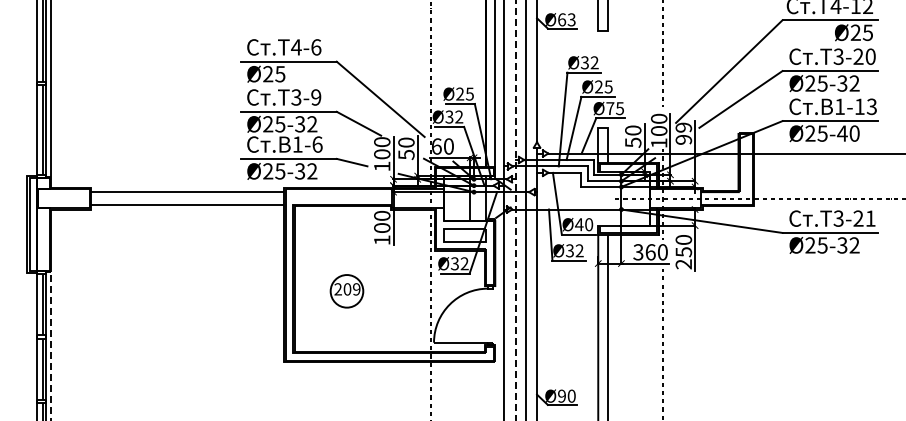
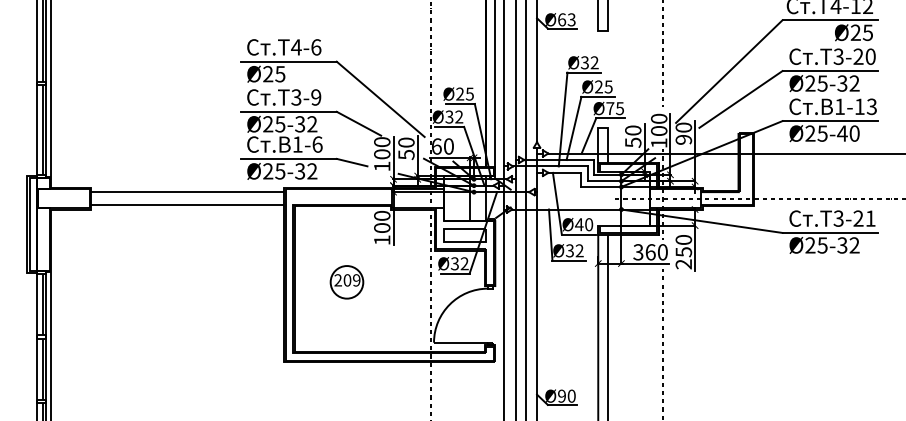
text at (683, 127): 99 -> 90
line at (515, 210): dashed -> solid
part at (346, 291) position: (346, 291) -> (346, 282)
line at (50, 345): dashed -> solid
